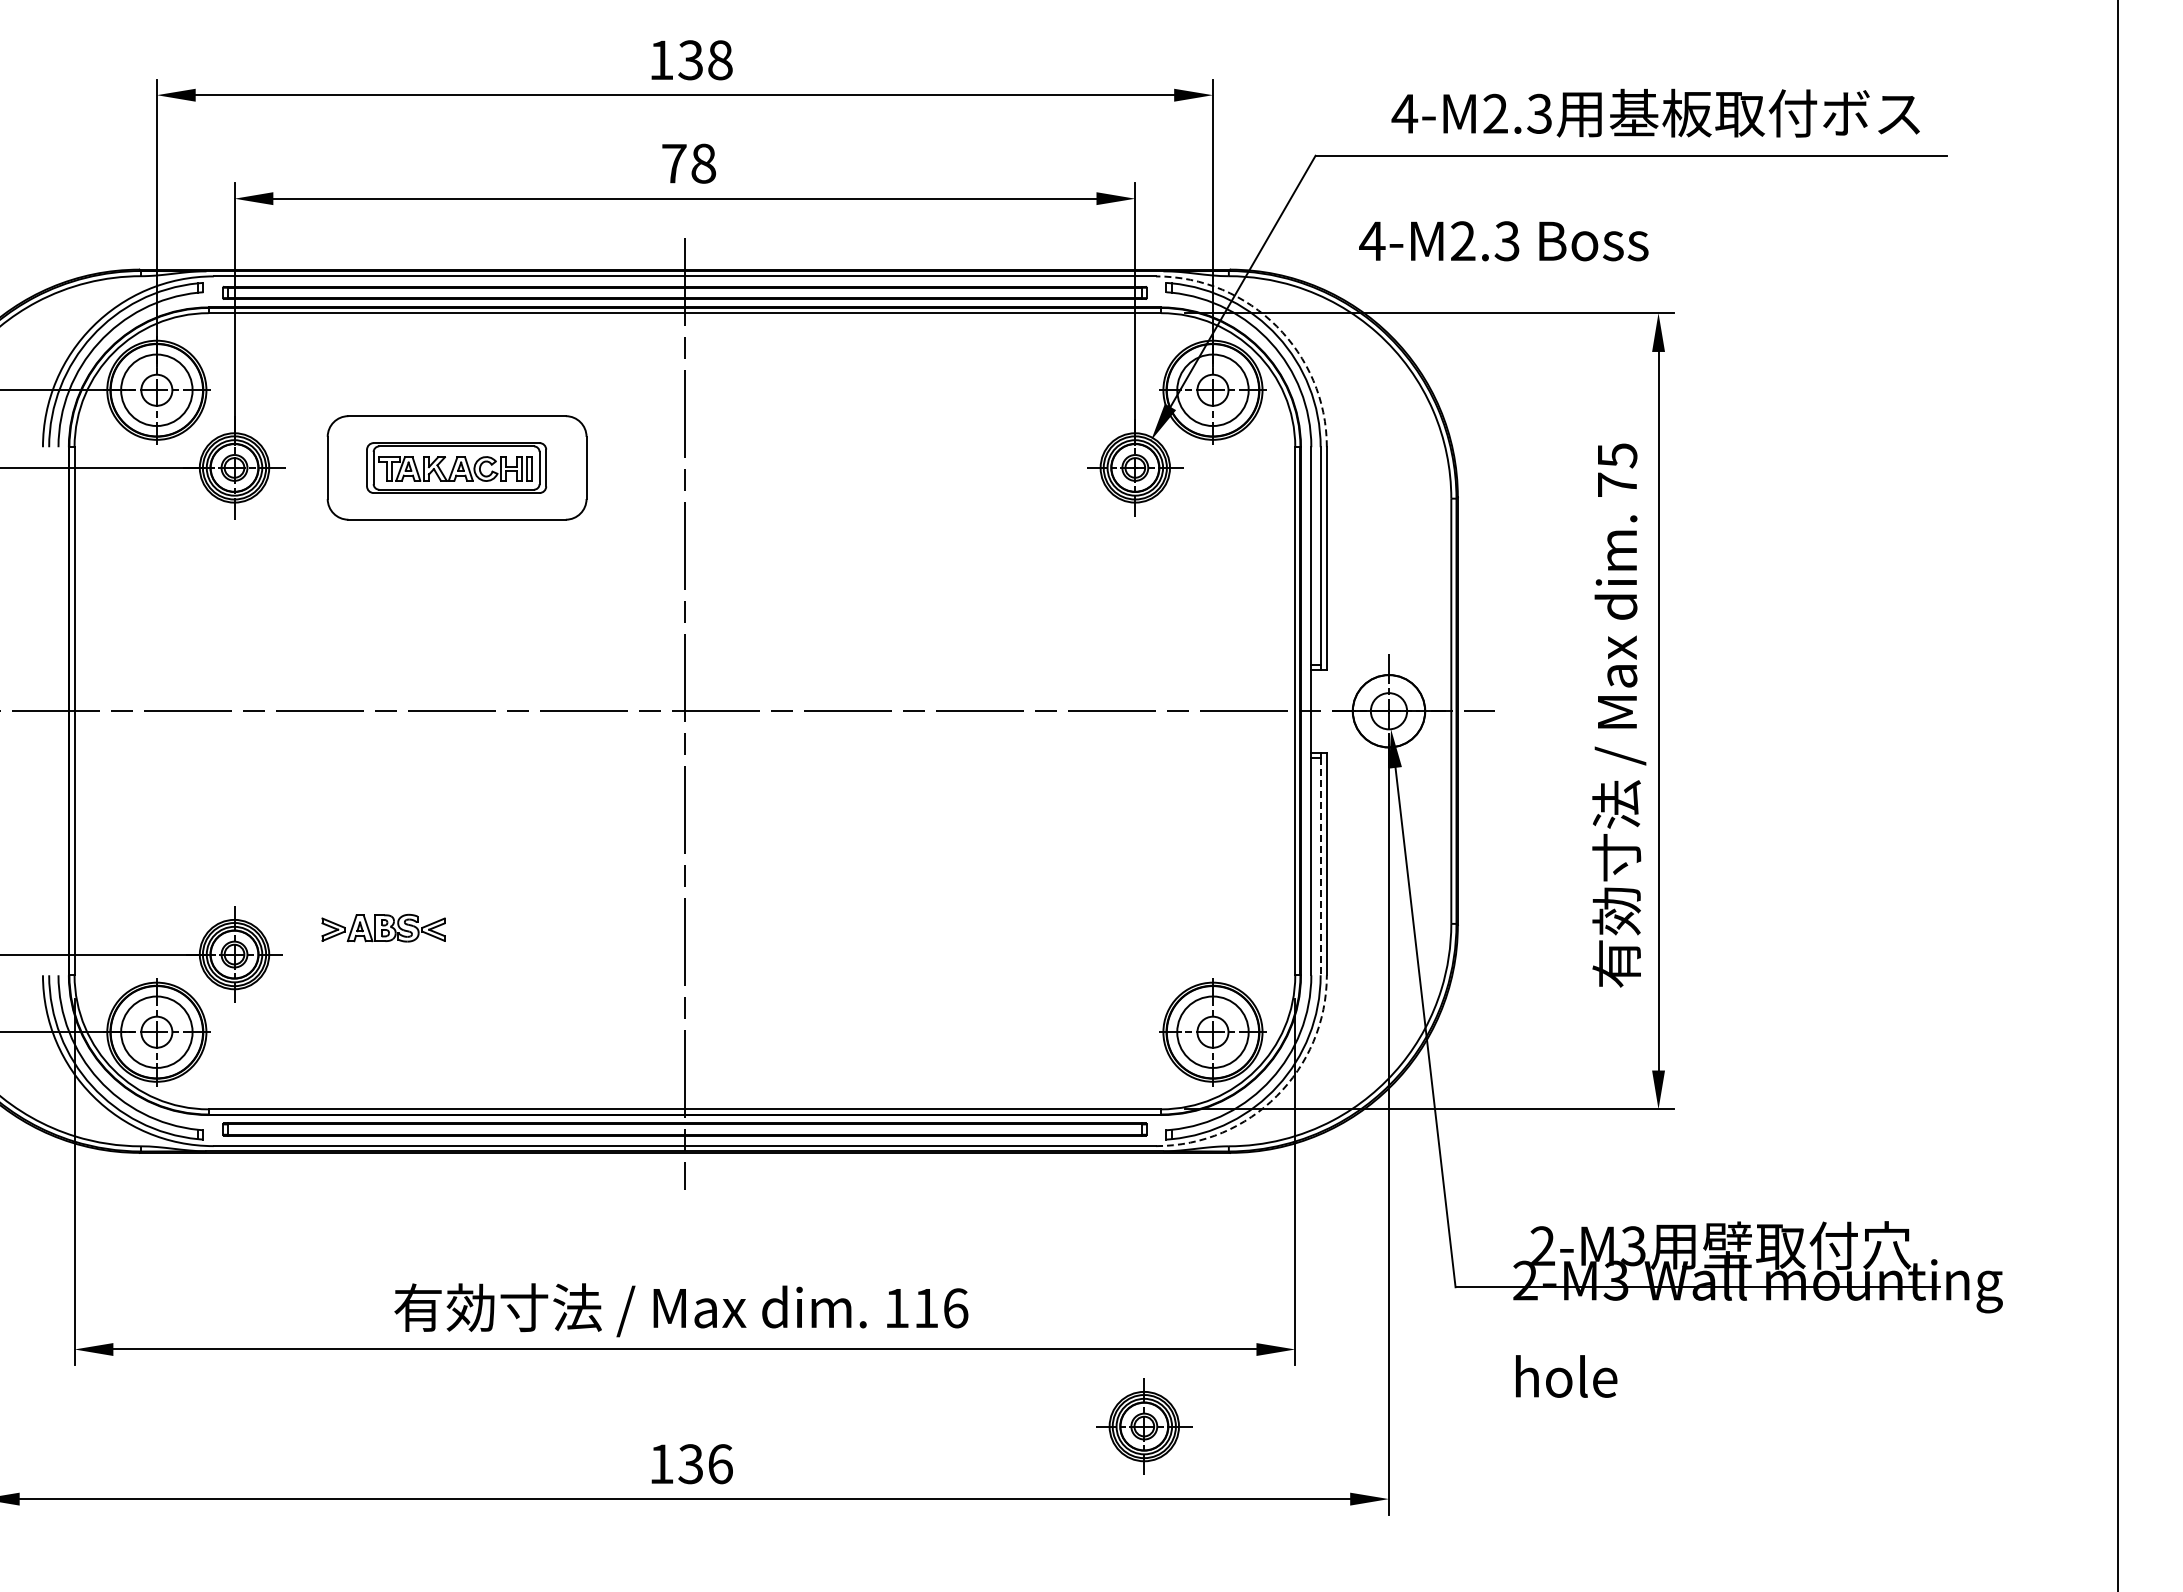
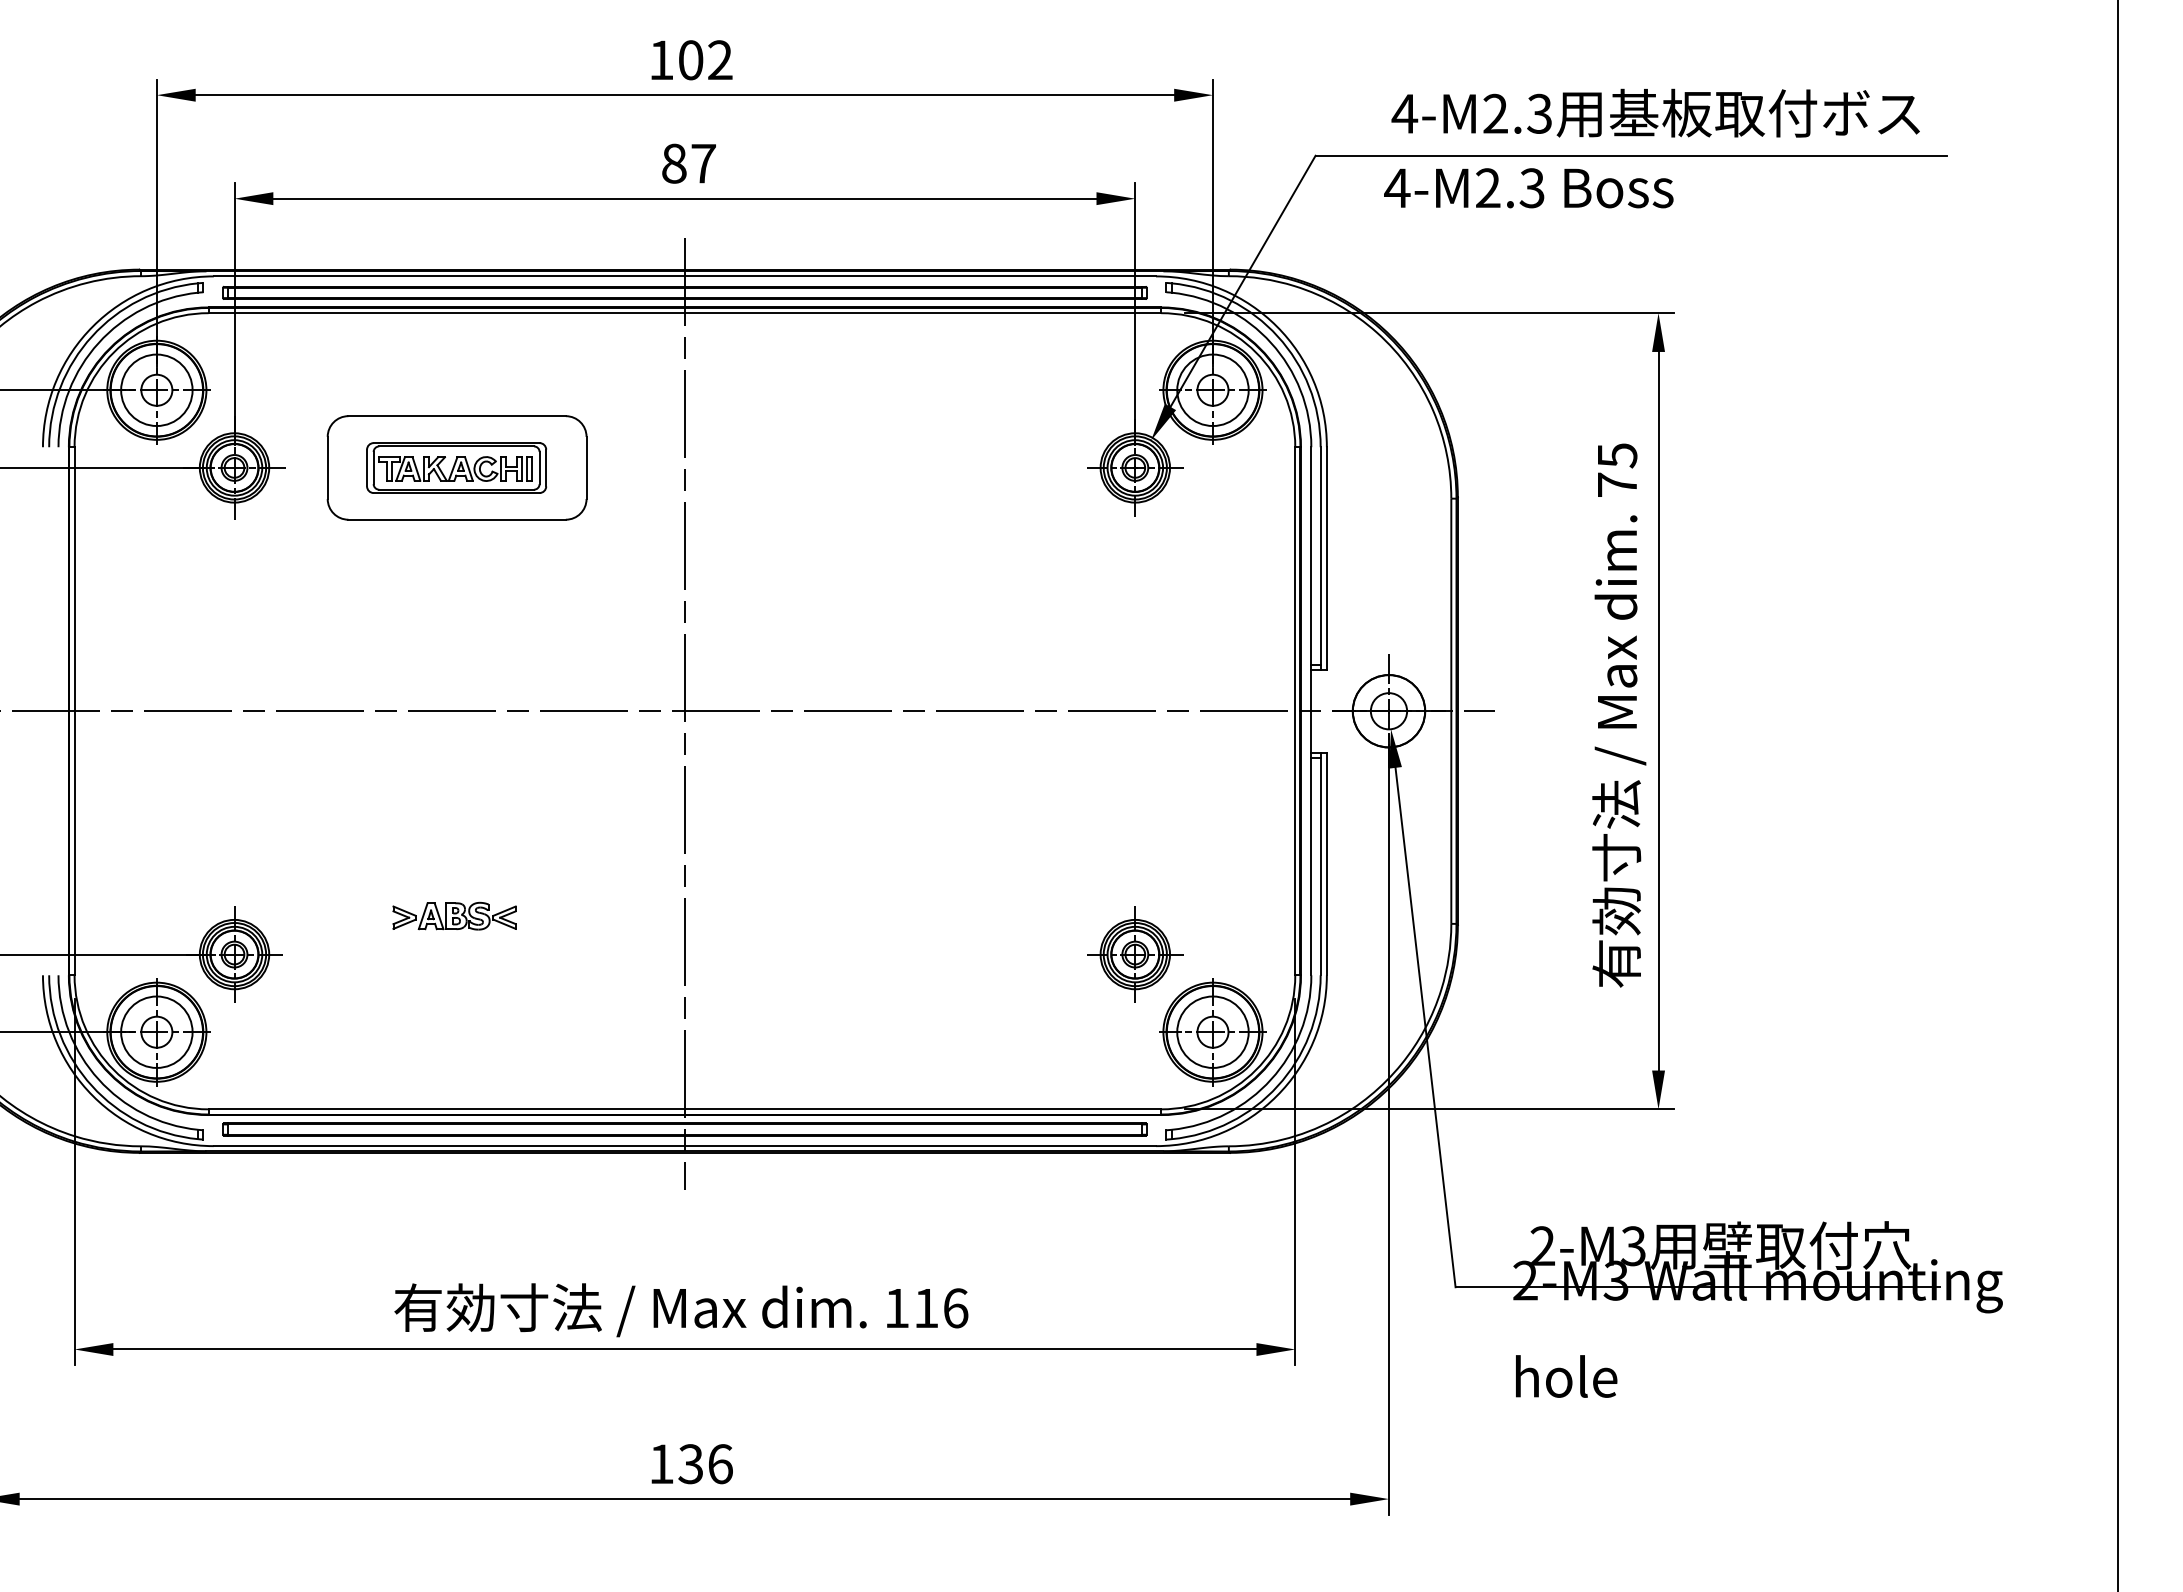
text at (705, 60): 138 -> 102
text at (689, 163): 78 -> 87
text at (1503, 241) position: (1503, 241) -> (1528, 188)
arc at (1276, 326): dashed -> solid
line at (1320, 866): dashed -> solid
part at (383, 927) position: (383, 927) -> (454, 915)
arc at (1276, 1096): dashed -> solid
part at (1144, 1426) position: (1144, 1426) -> (1135, 954)
